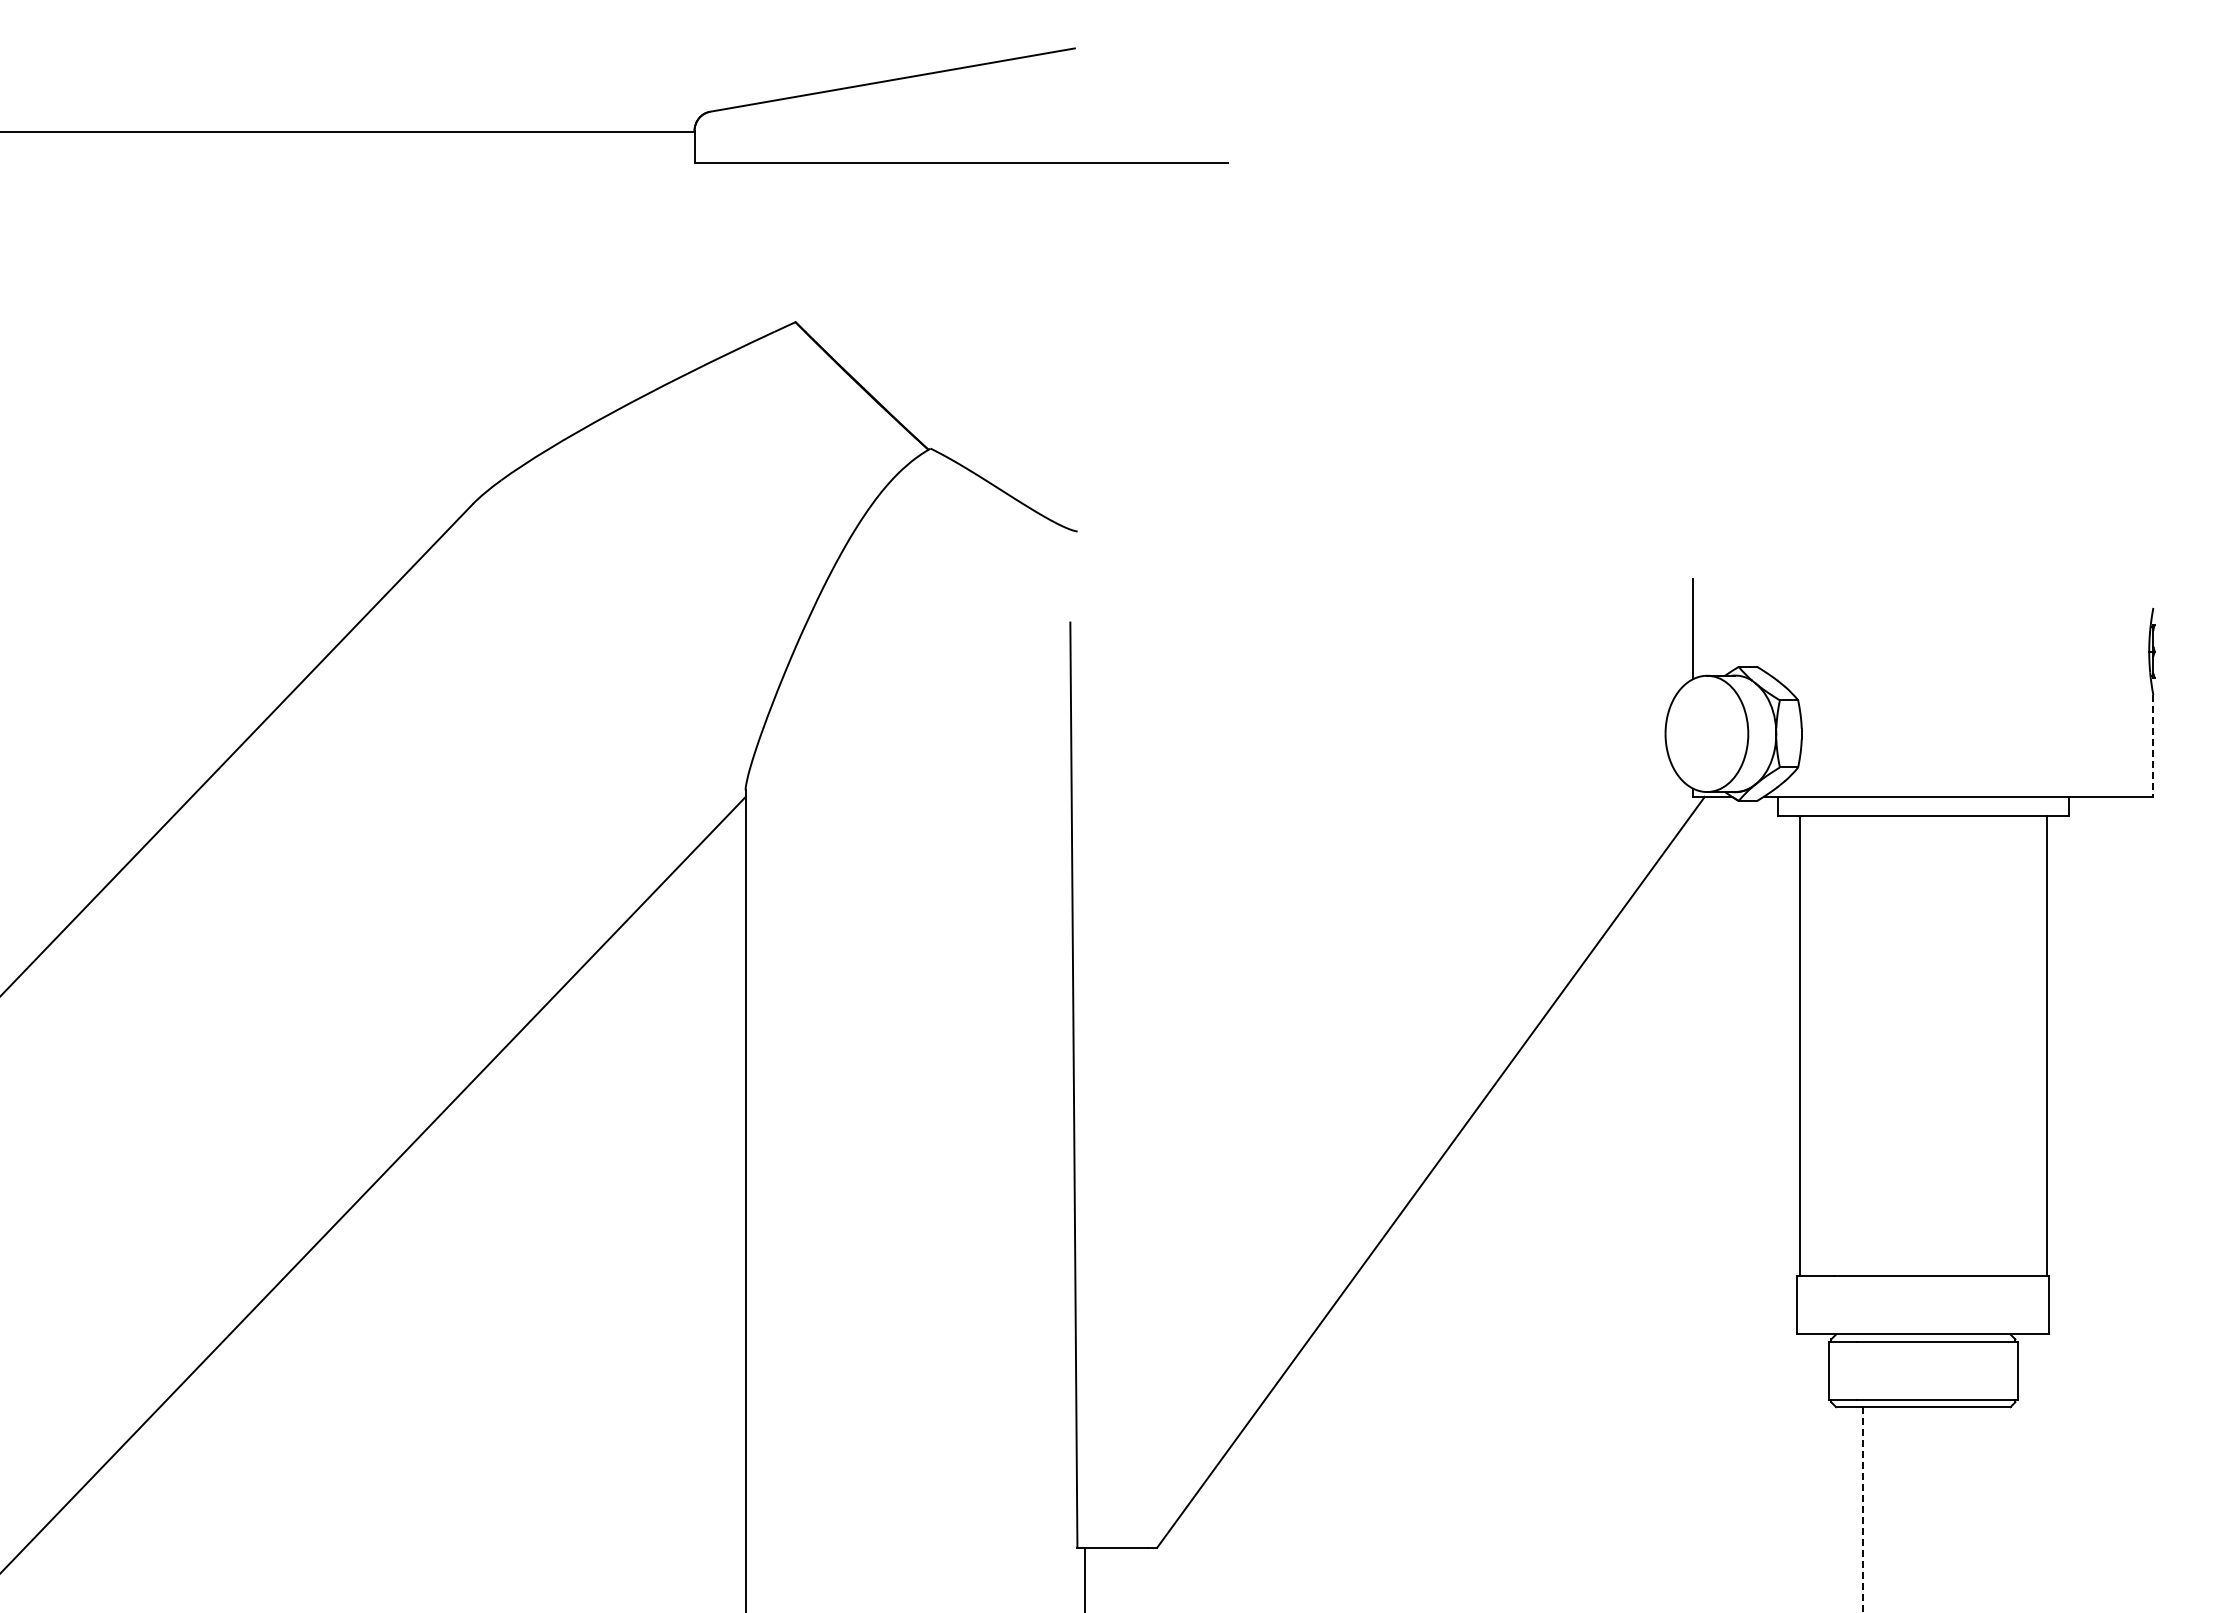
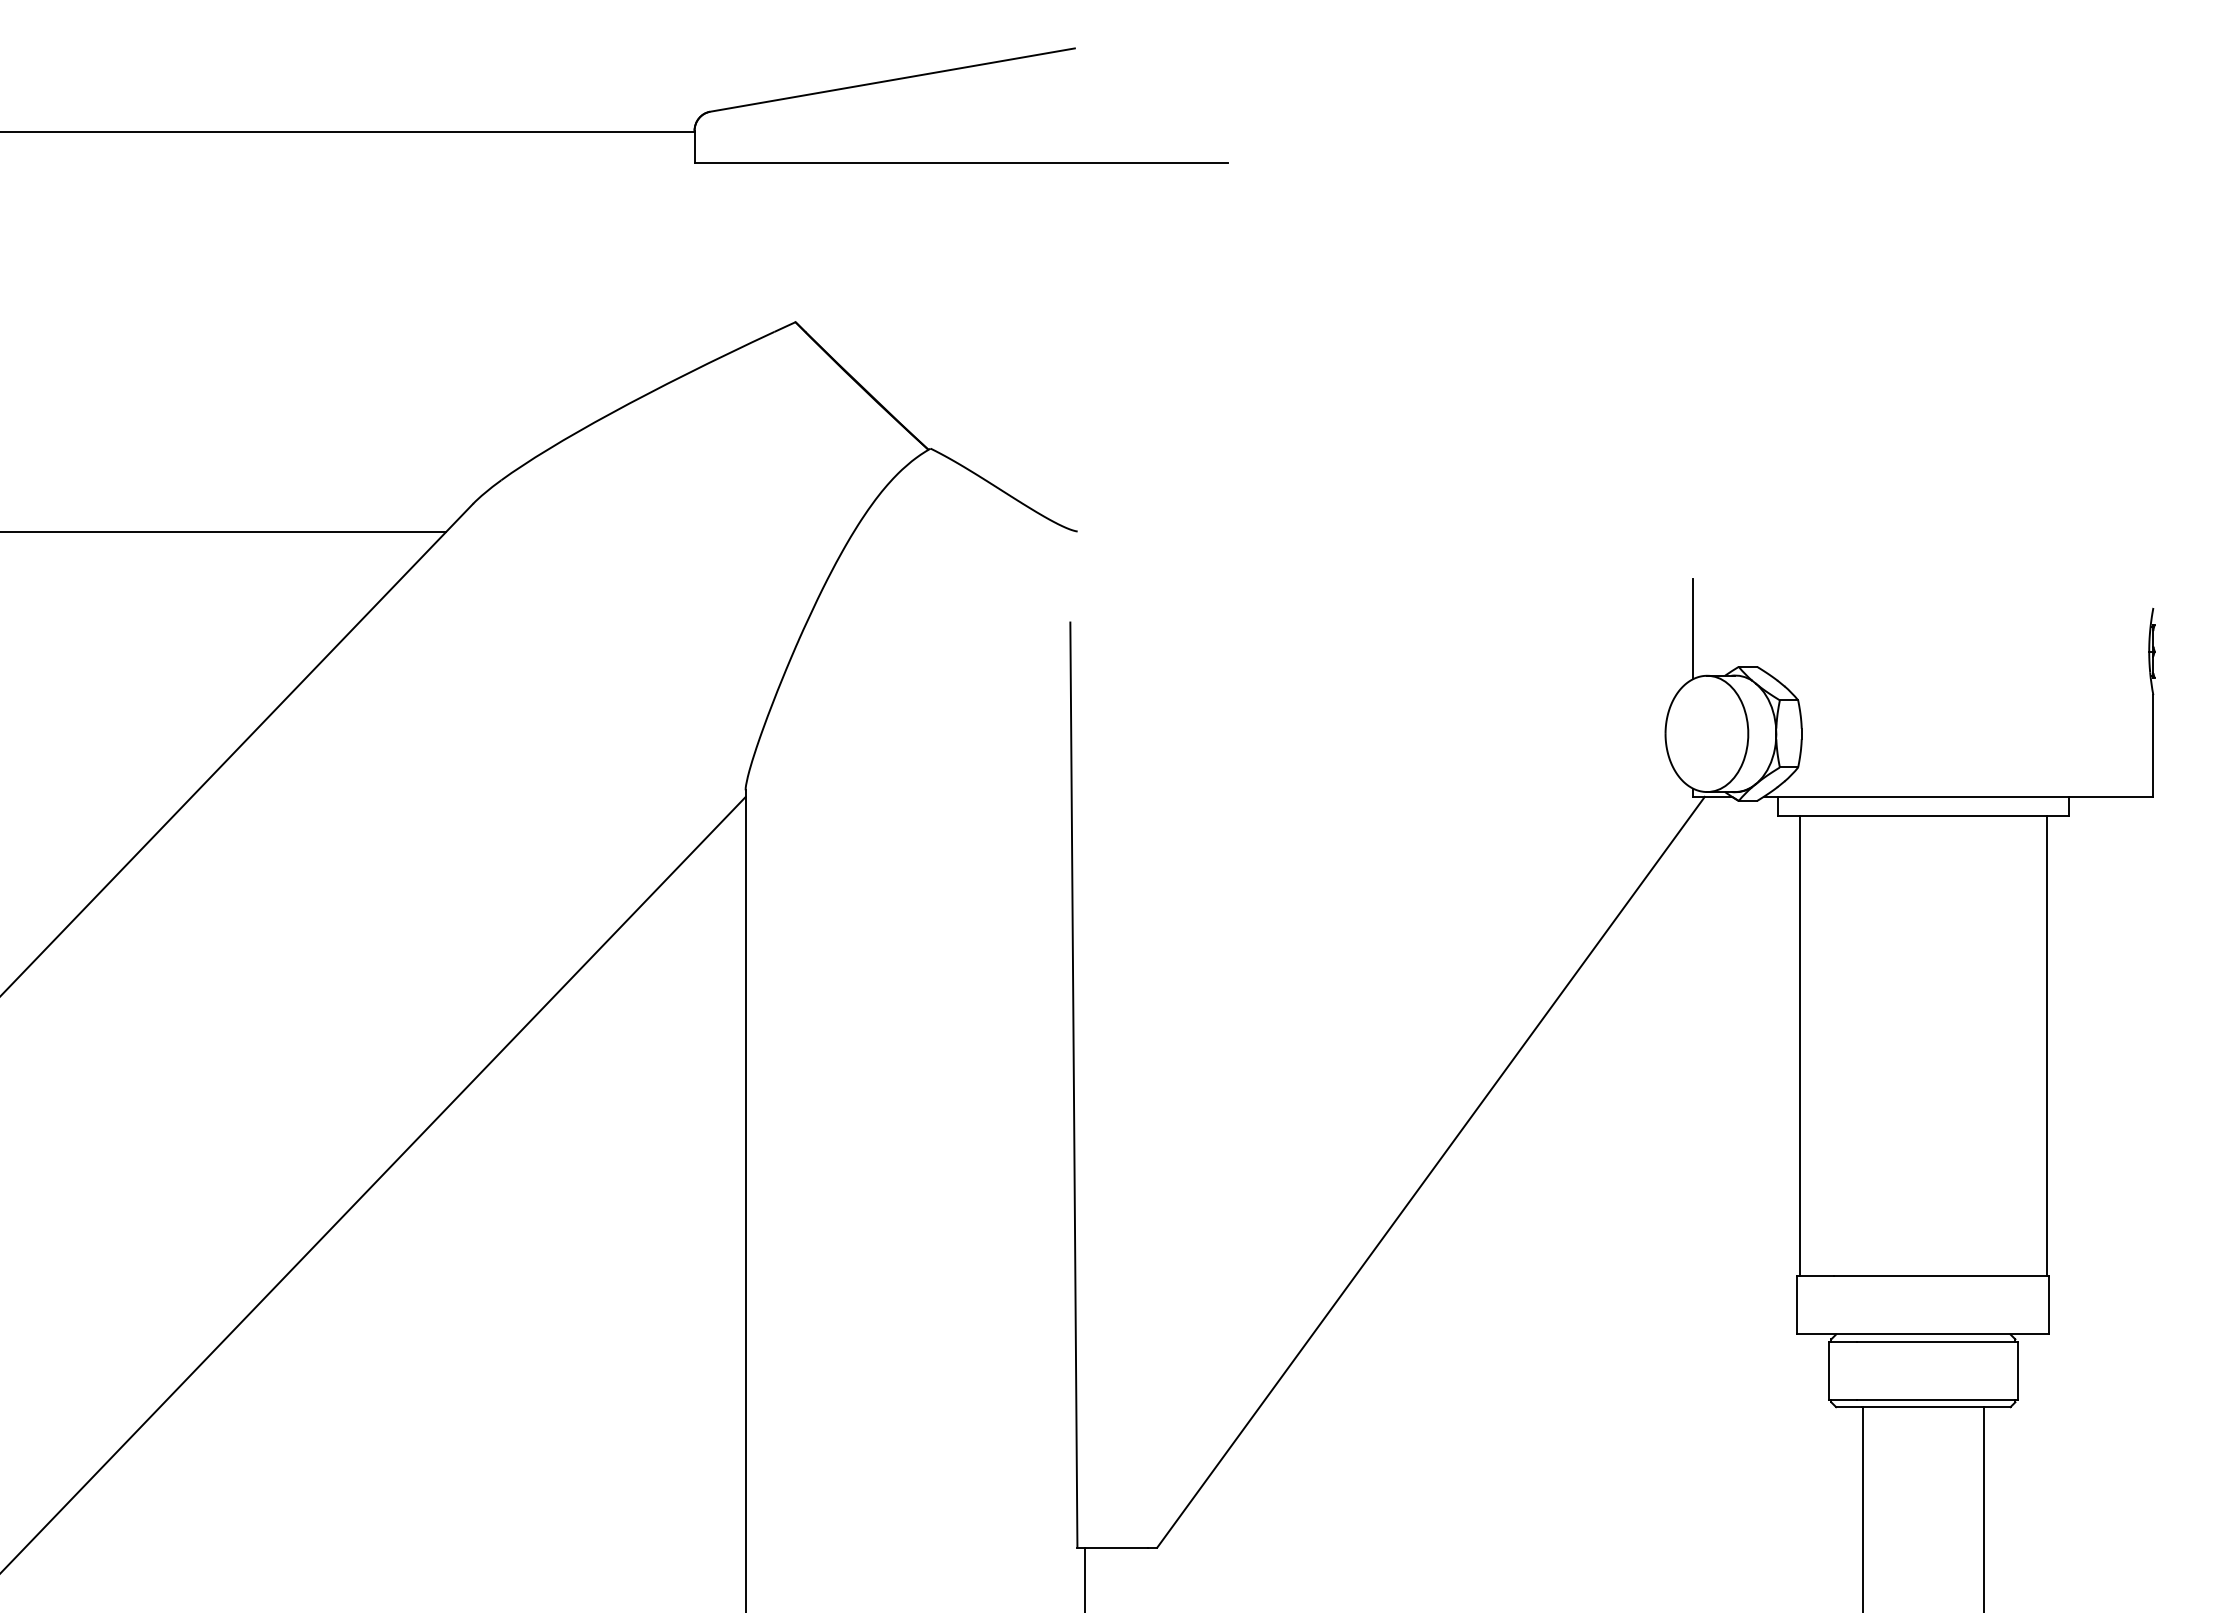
line at (224, 531): none -> present
line at (2153, 746): dashed -> solid
line at (1983, 1508): none -> present
line at (1862, 1510): dashed -> solid
